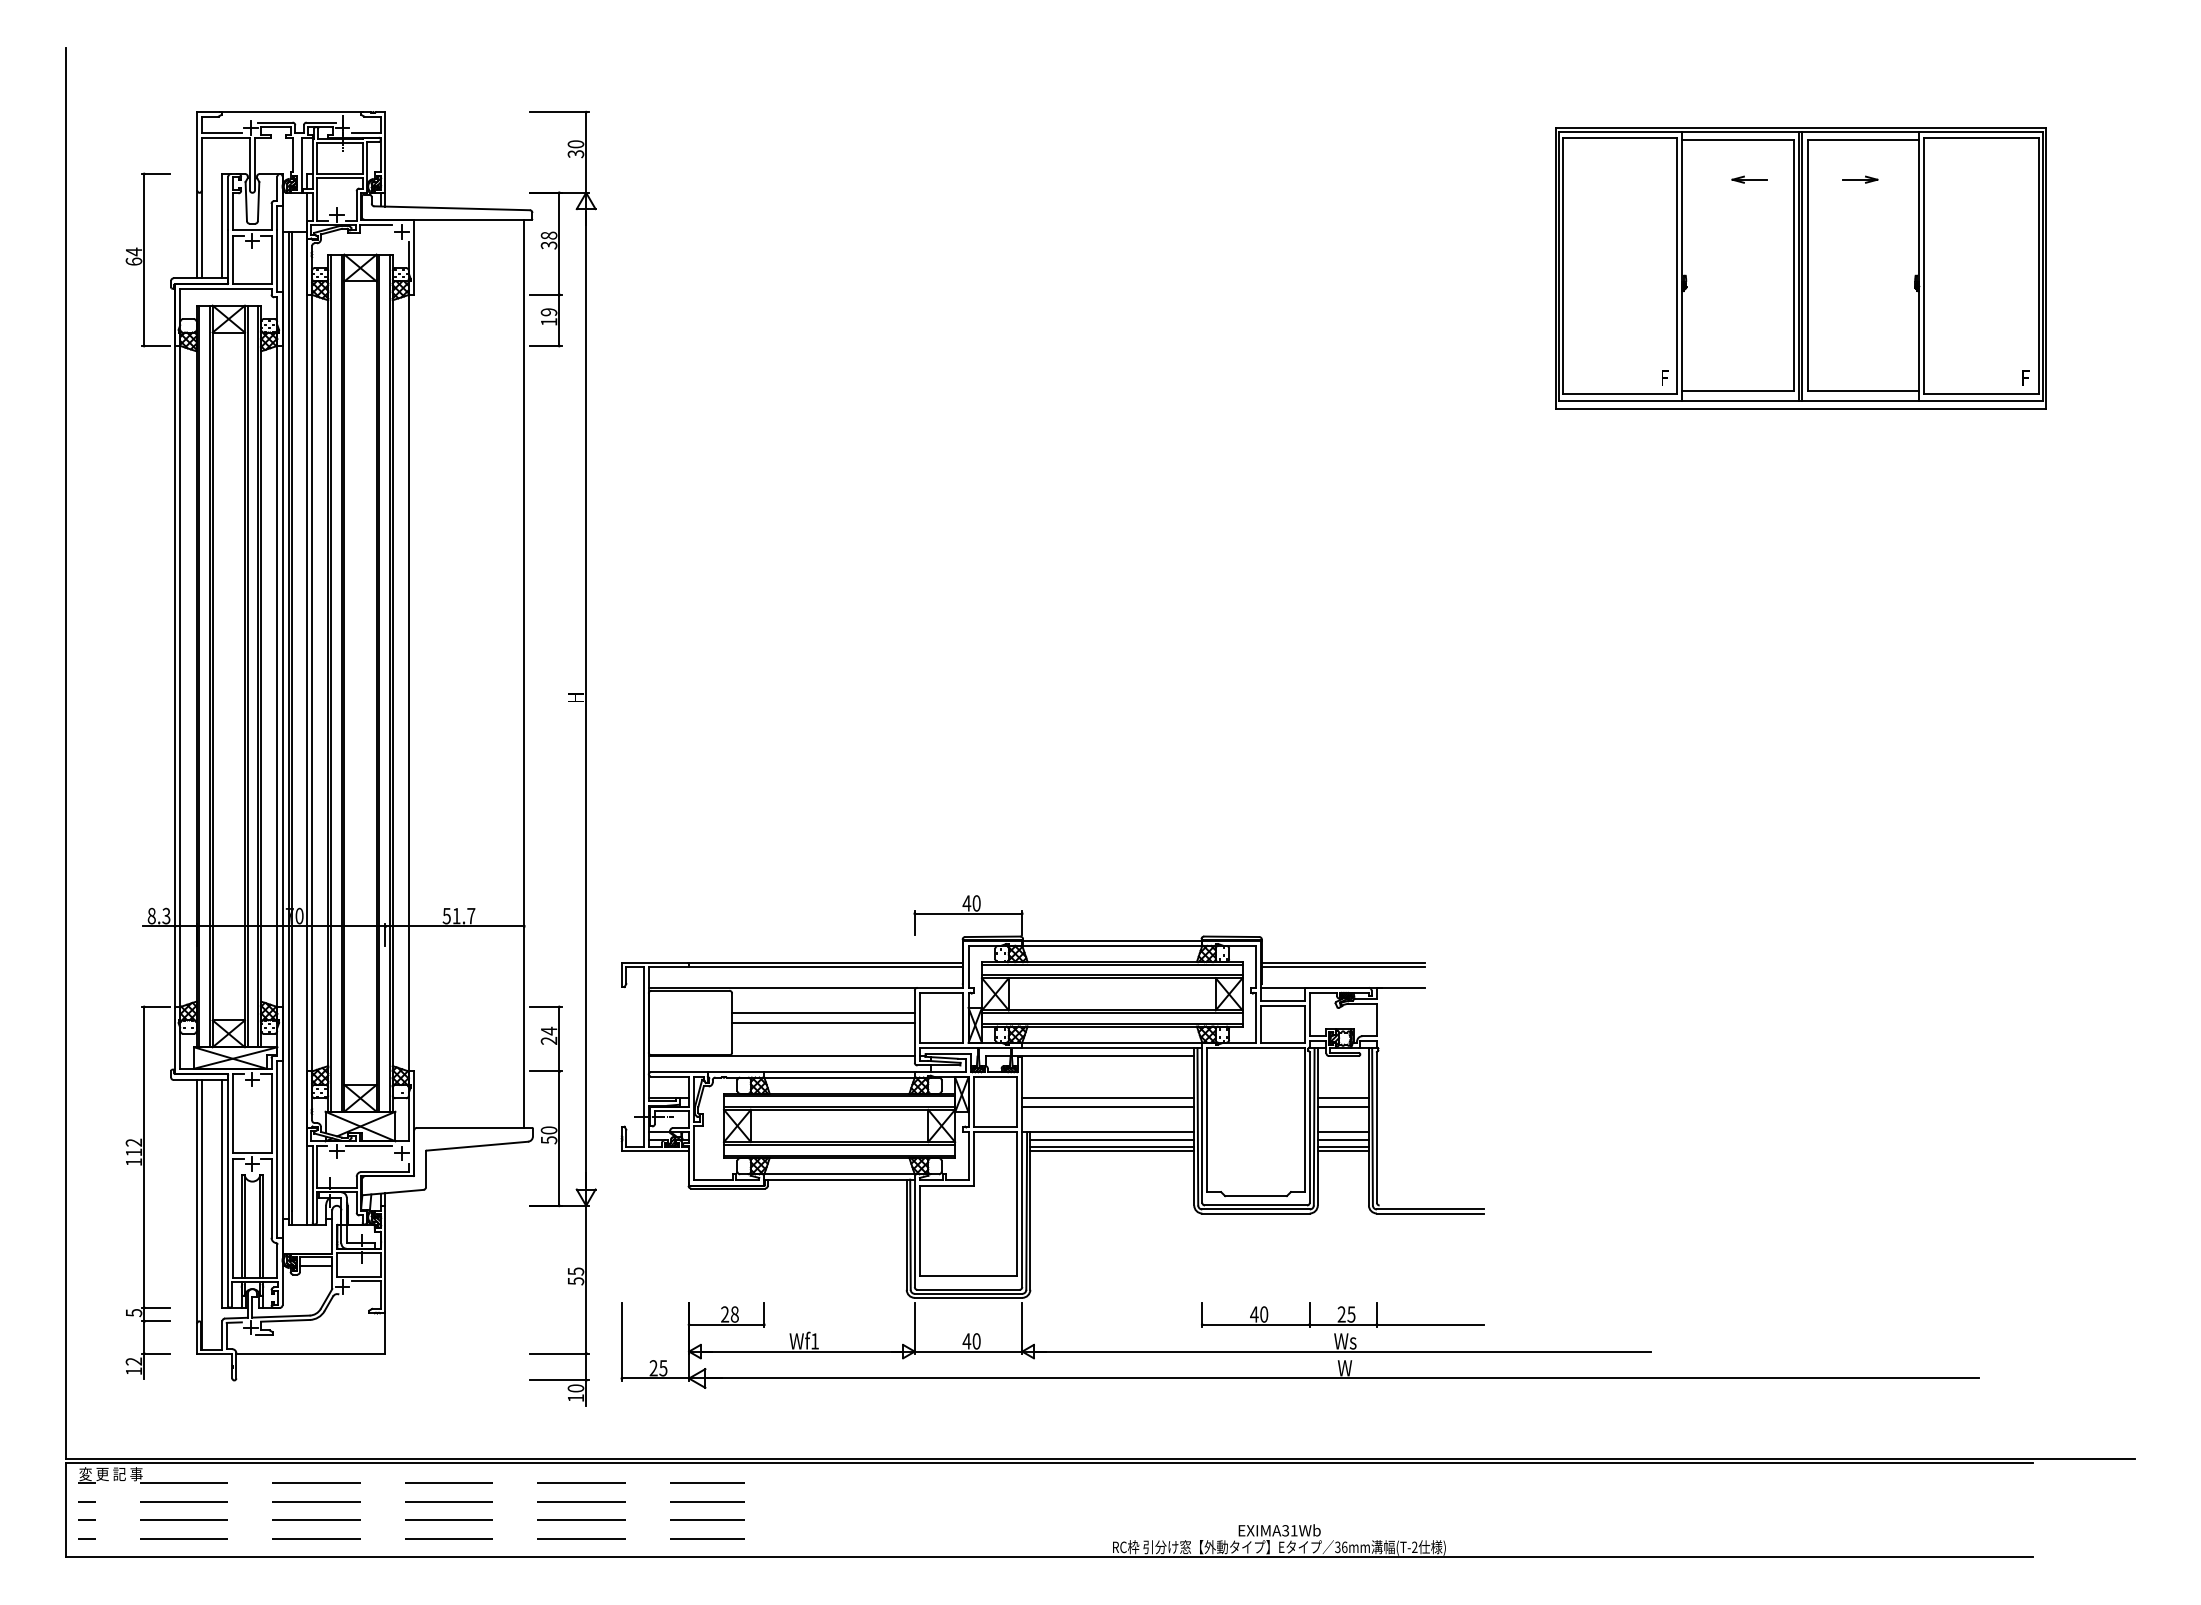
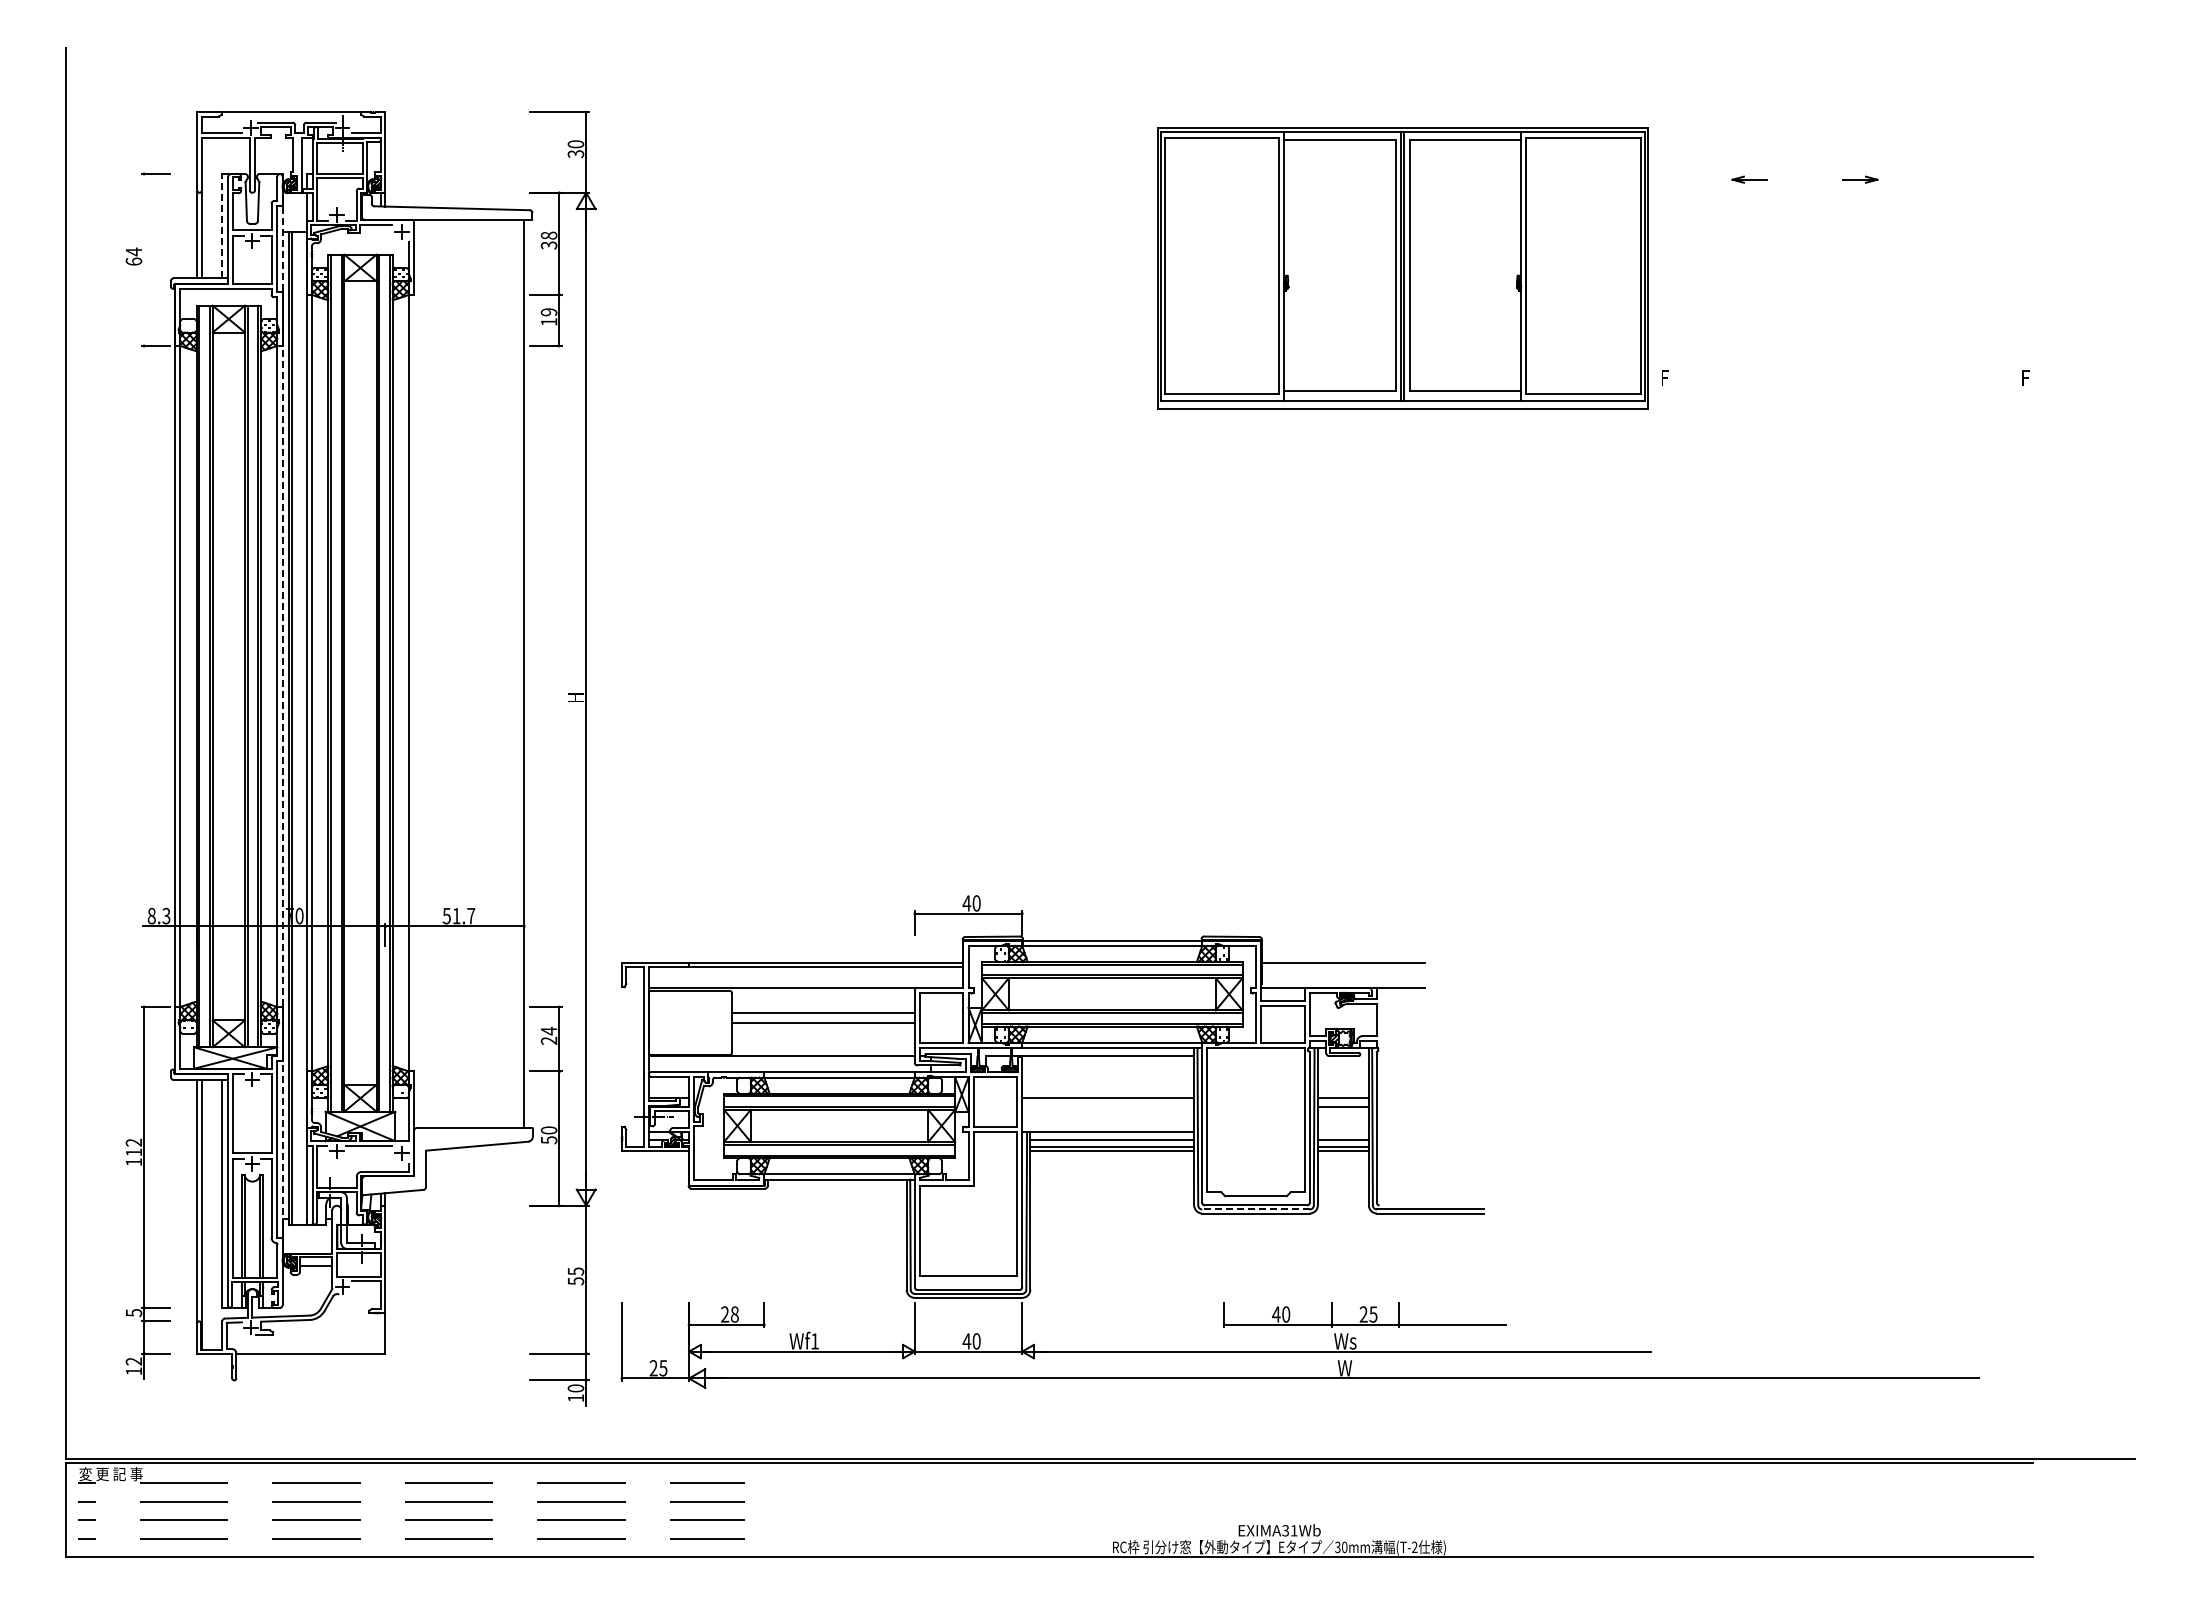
line at (222, 225): solid -> dashed
line at (144, 259): present -> none
part at (1800, 268) position: (1800, 268) -> (1402, 268)
line at (282, 706): solid -> dashed
line at (1342, 966): present -> none
line at (1108, 1106): present -> none
line at (1342, 1132): present -> none
line at (1256, 1209): solid -> dashed
part at (1342, 1314) position: (1342, 1314) -> (1364, 1314)
text at (1344, 1546): 36mm -> 30mm
